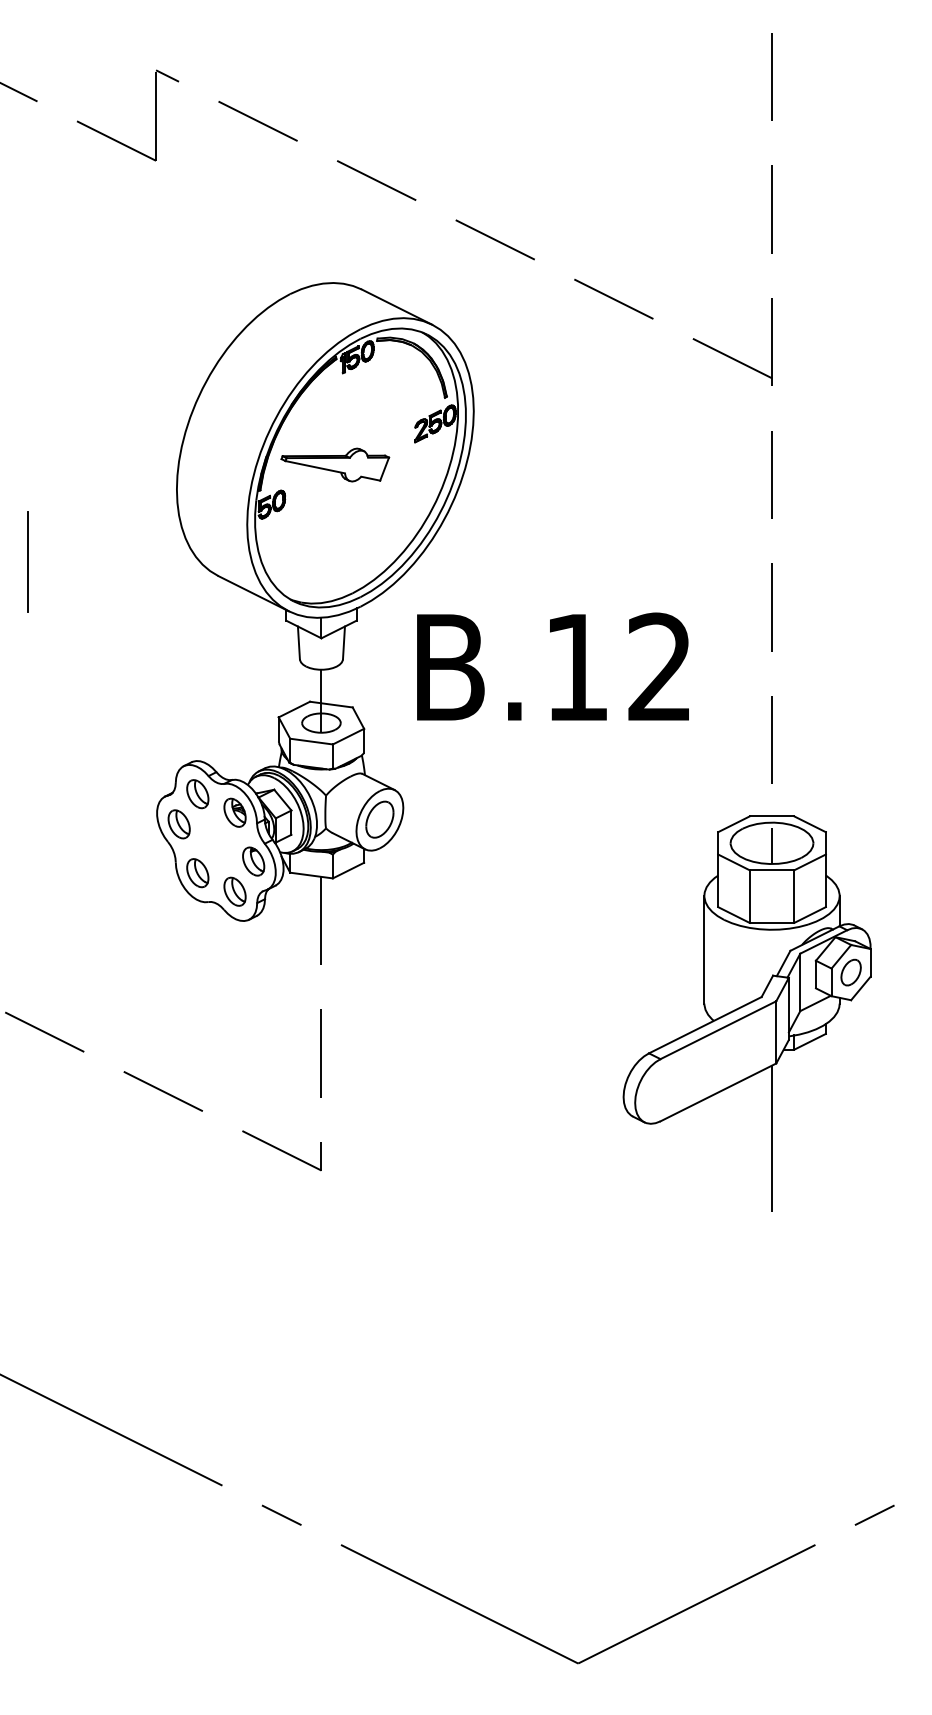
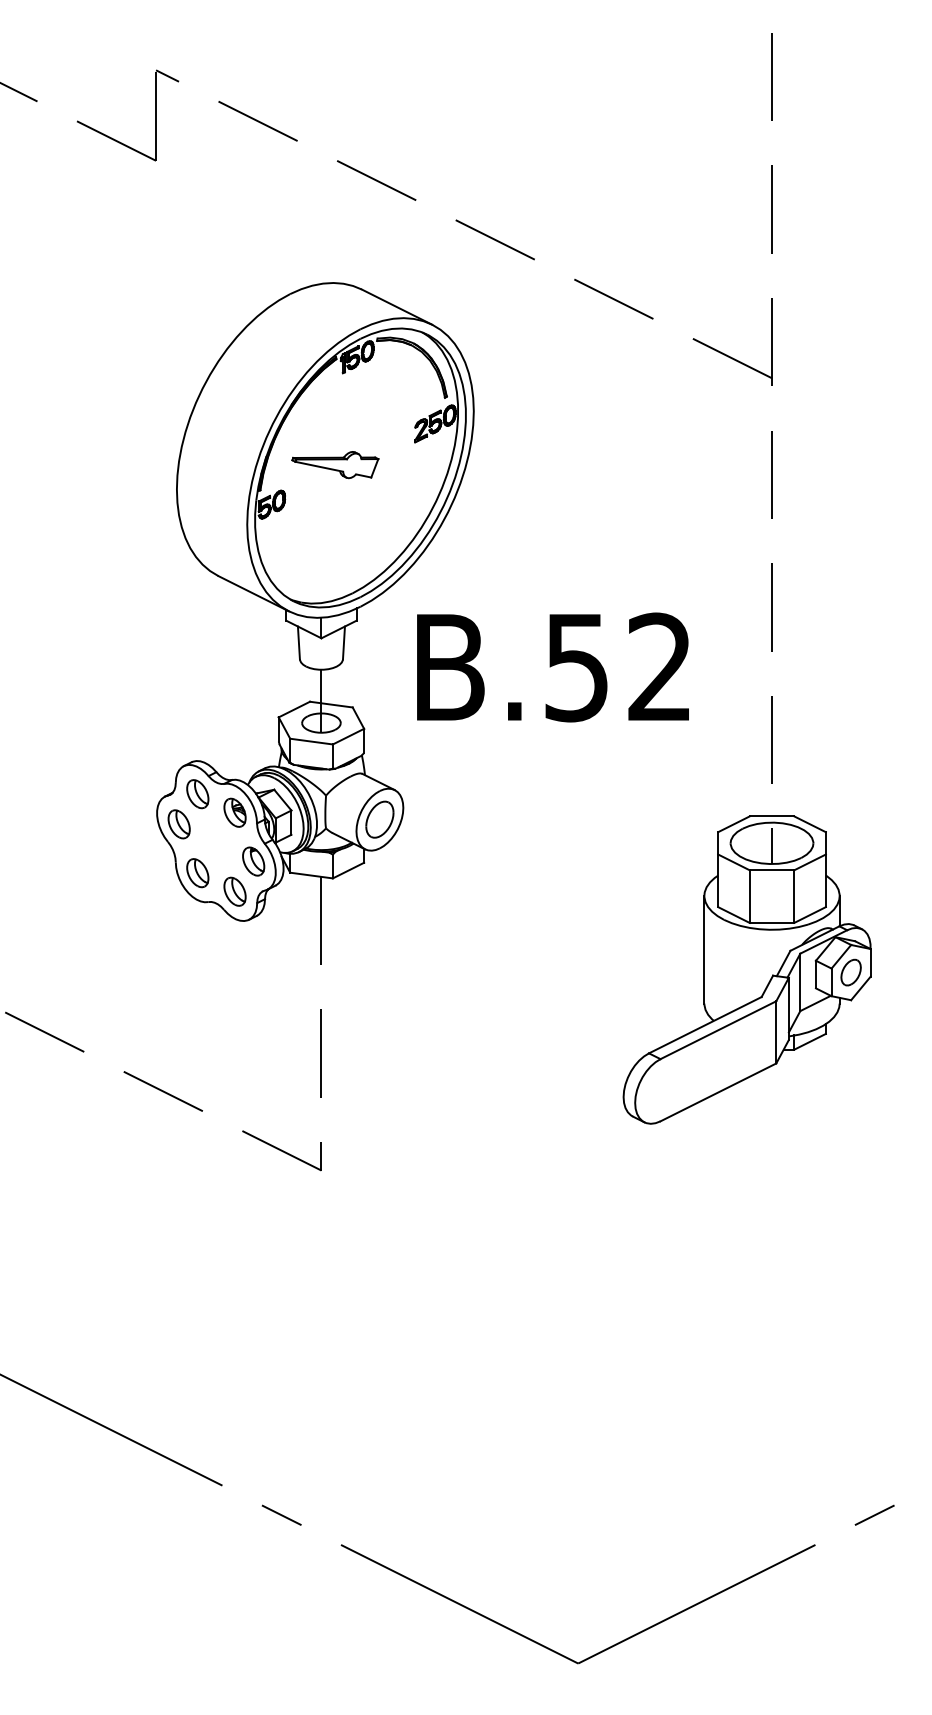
part at (335, 464) size: 111x36 px -> 89x29 px
line at (28, 561): present -> none
text at (576, 668): B.12 -> B.52
line at (772, 1138): present -> none
